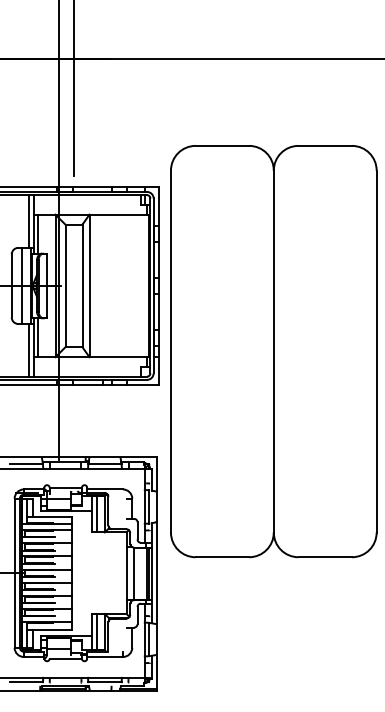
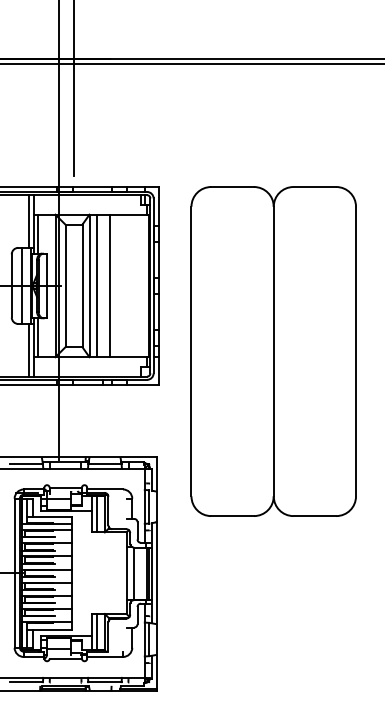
line at (191, 63): none -> present
line at (97, 285): none -> present
line at (110, 285): none -> present
part at (273, 351) size: 208x414 px -> 167x331 px
